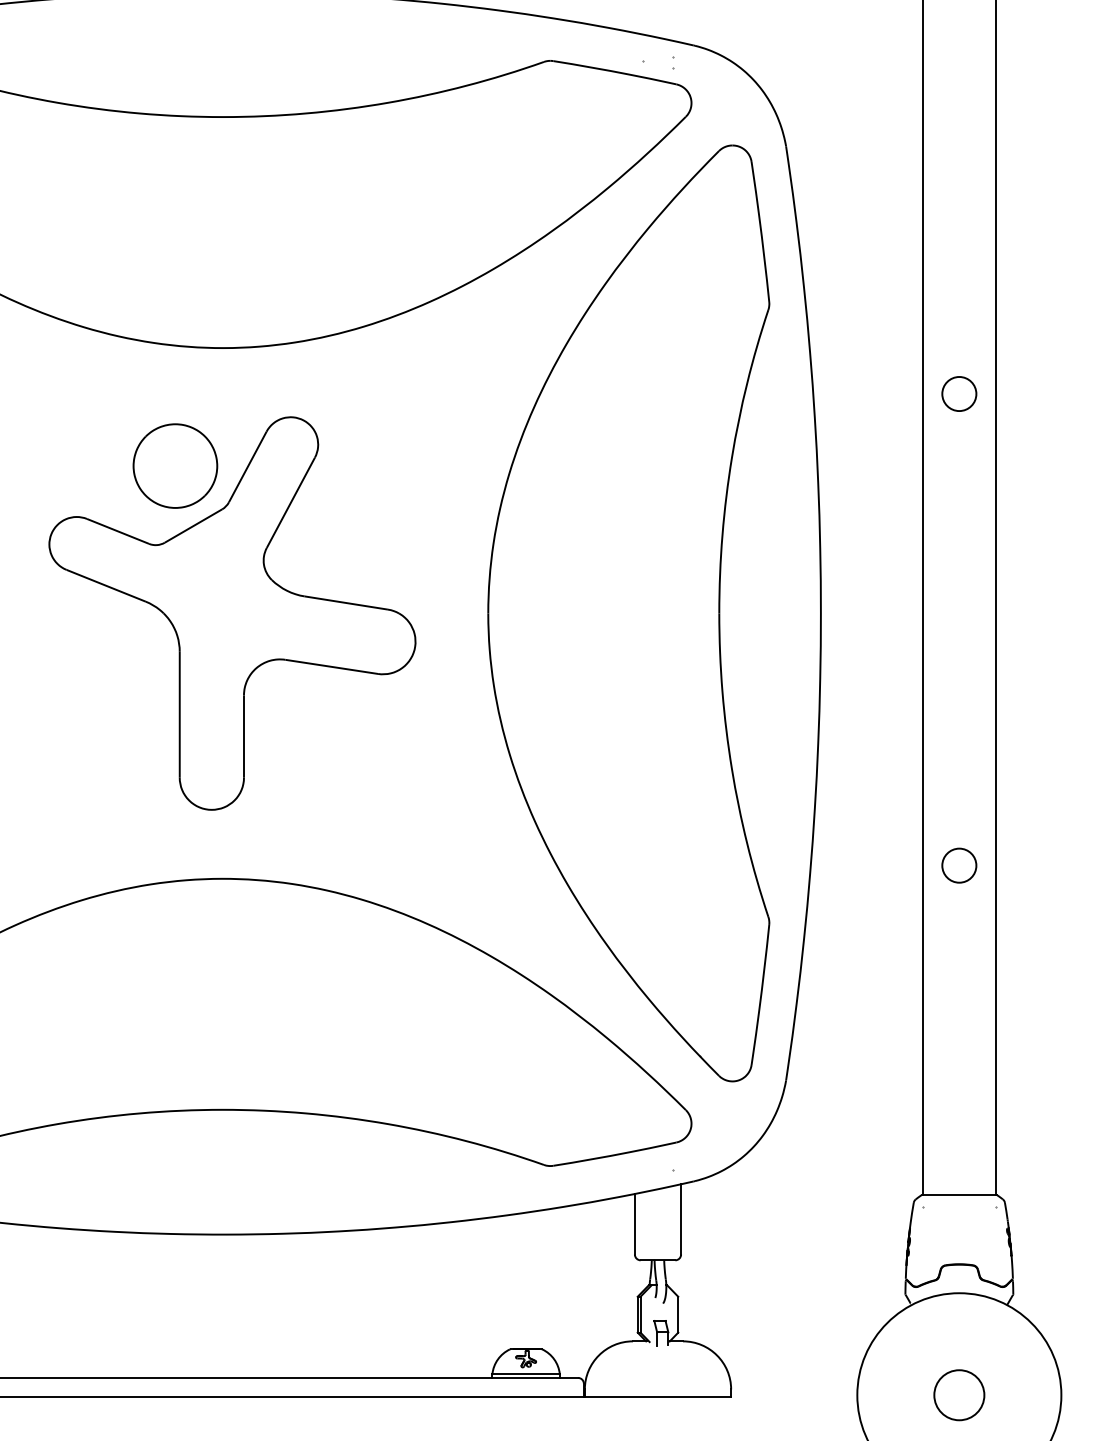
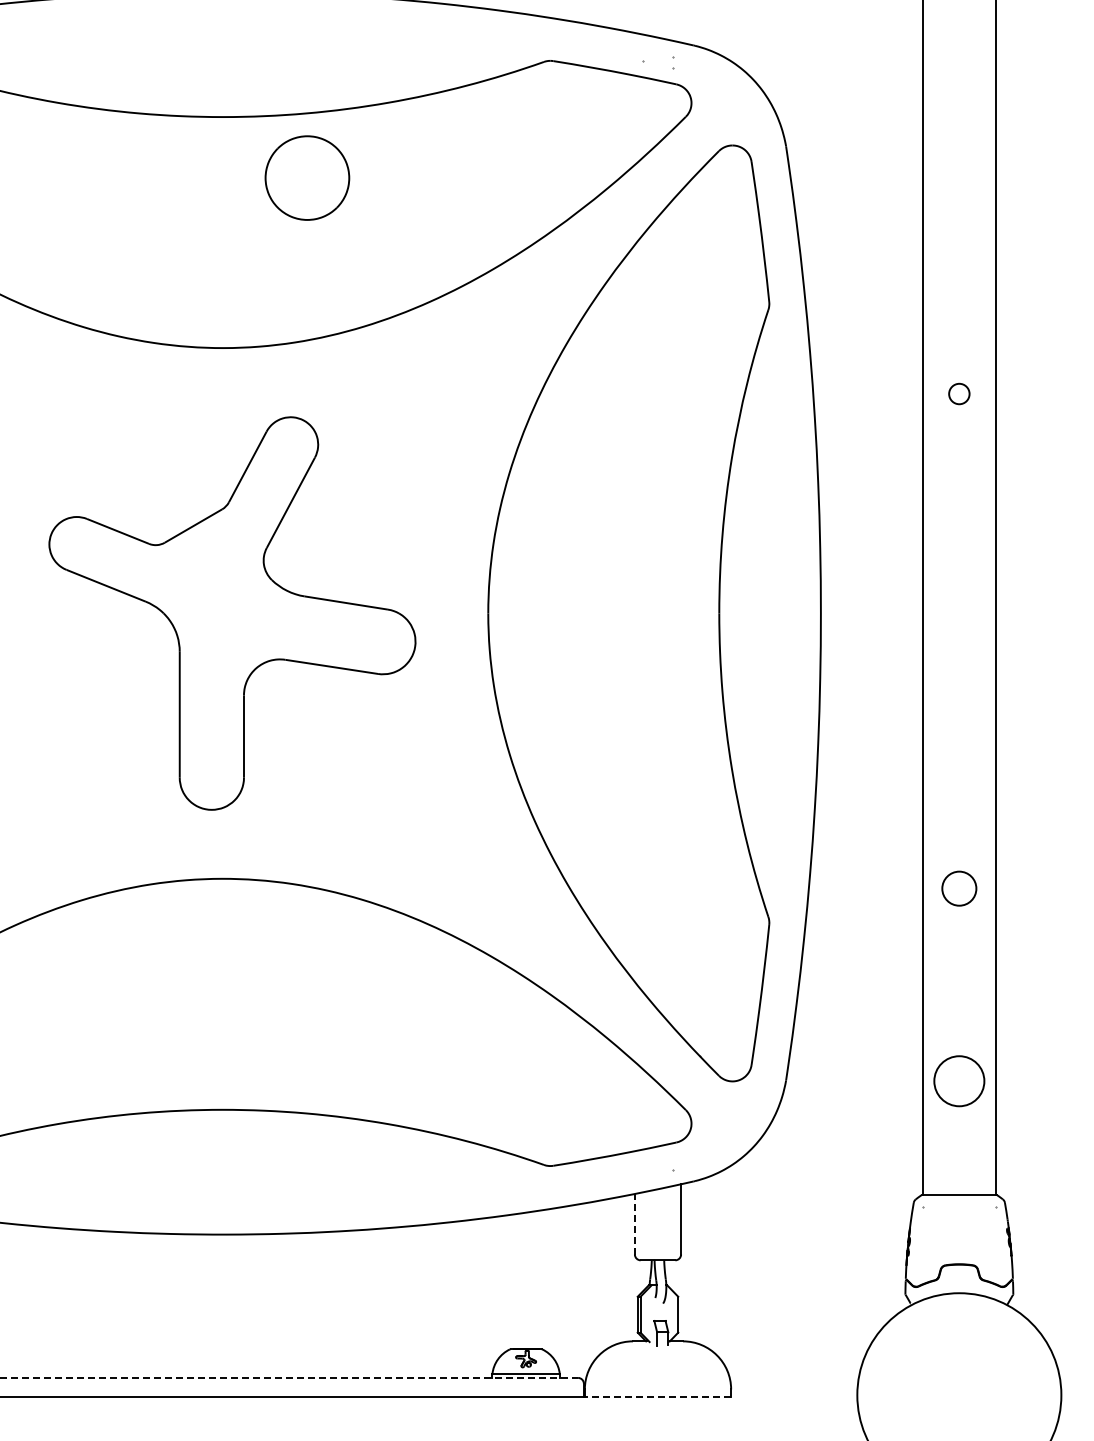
circle at (959, 394) diameter: 34 px -> 20 px
part at (175, 465) position: (175, 465) -> (307, 177)
circle at (959, 865) position: (959, 865) -> (959, 888)
line at (634, 1223): solid -> dashed
line at (289, 1377): solid -> dashed
circle at (959, 1395) position: (959, 1395) -> (959, 1081)
line at (657, 1397): solid -> dashed
